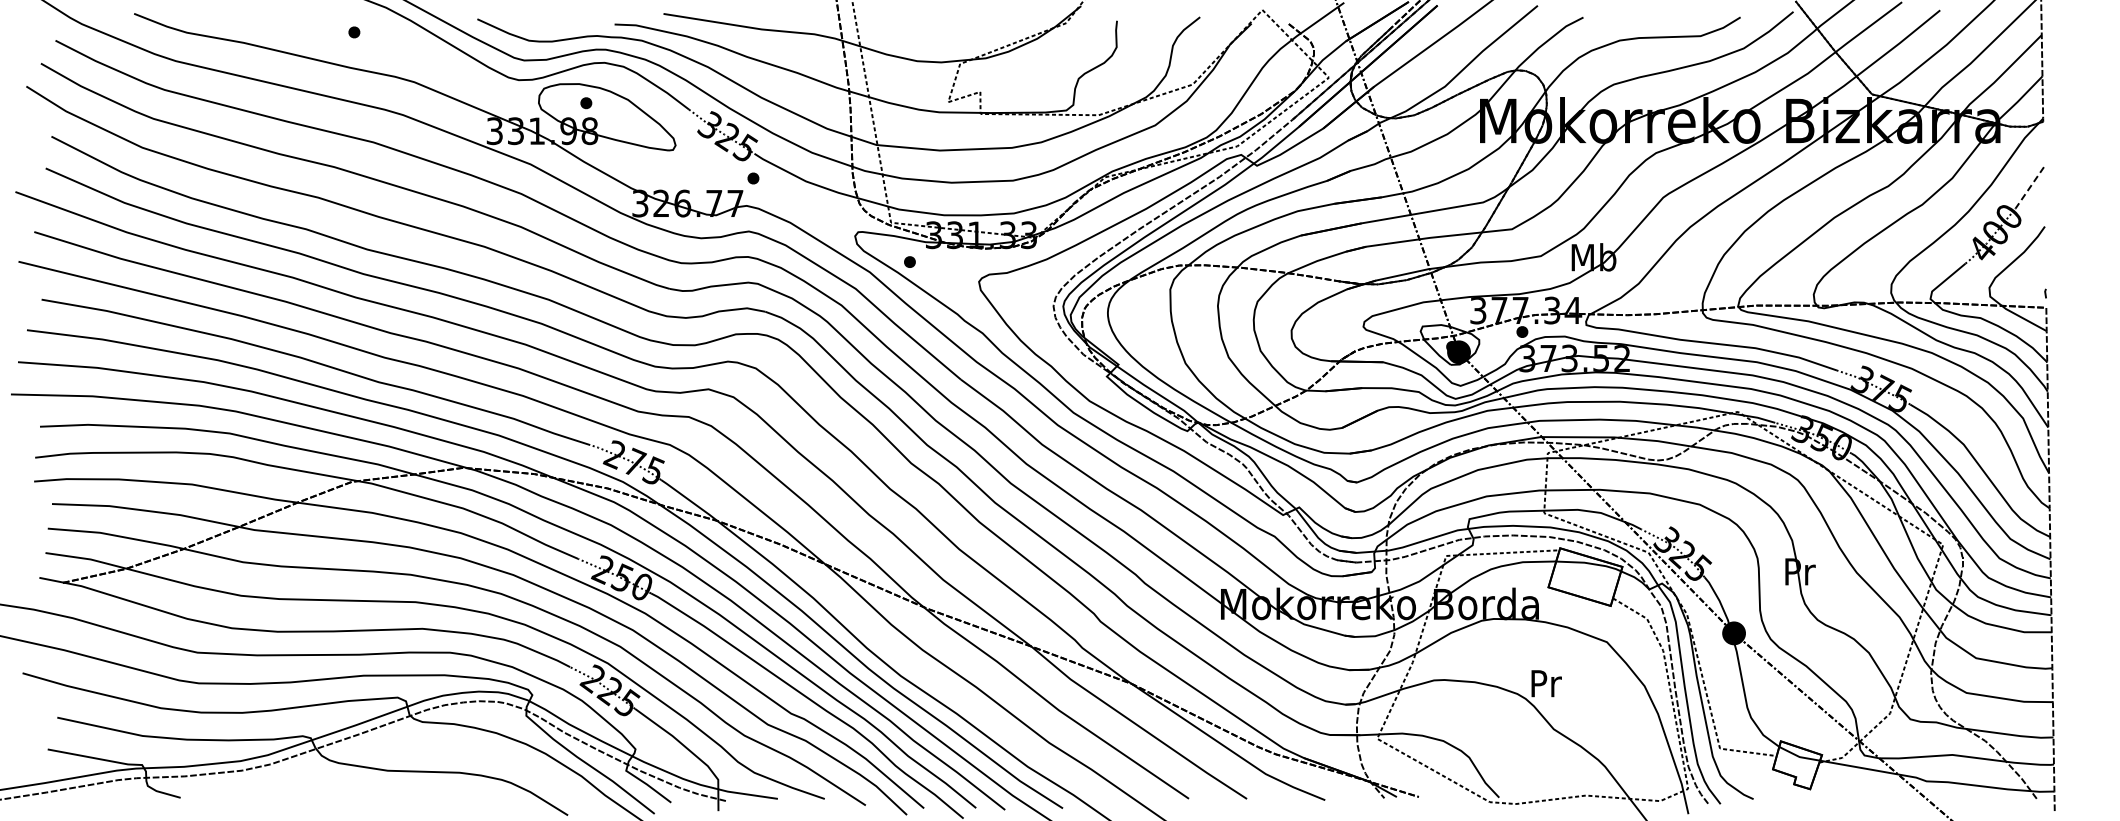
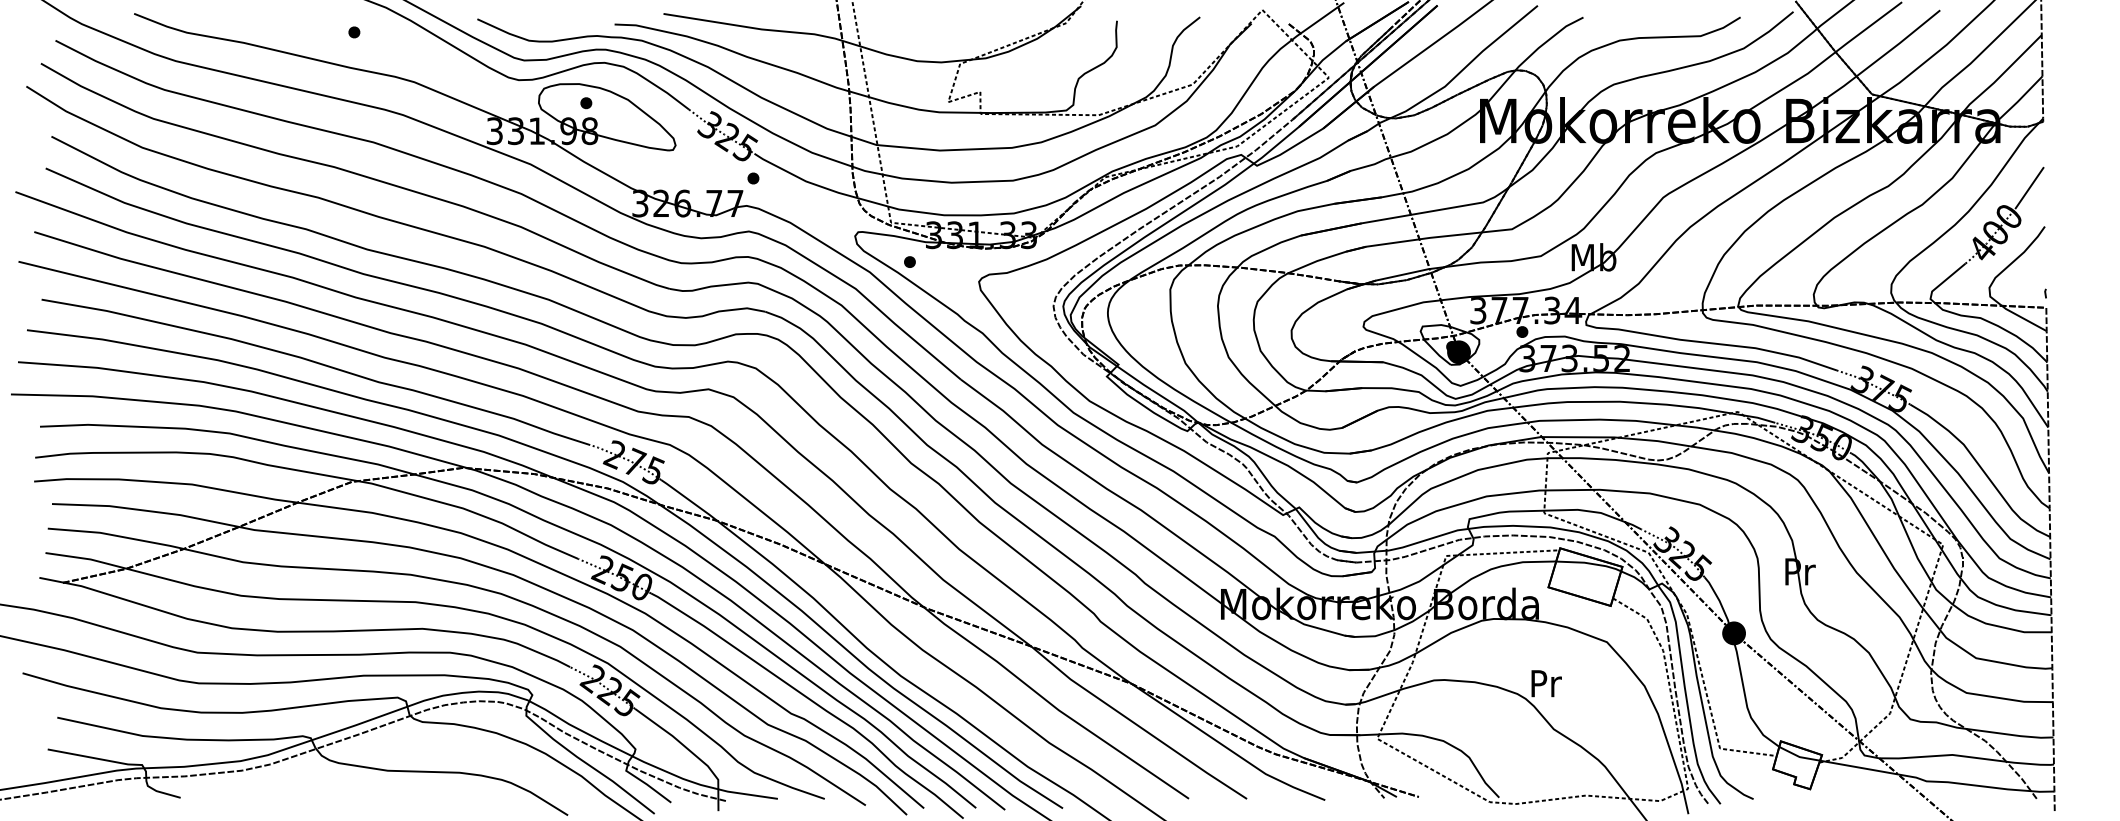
line at (2029, 188): dashed -> solid
